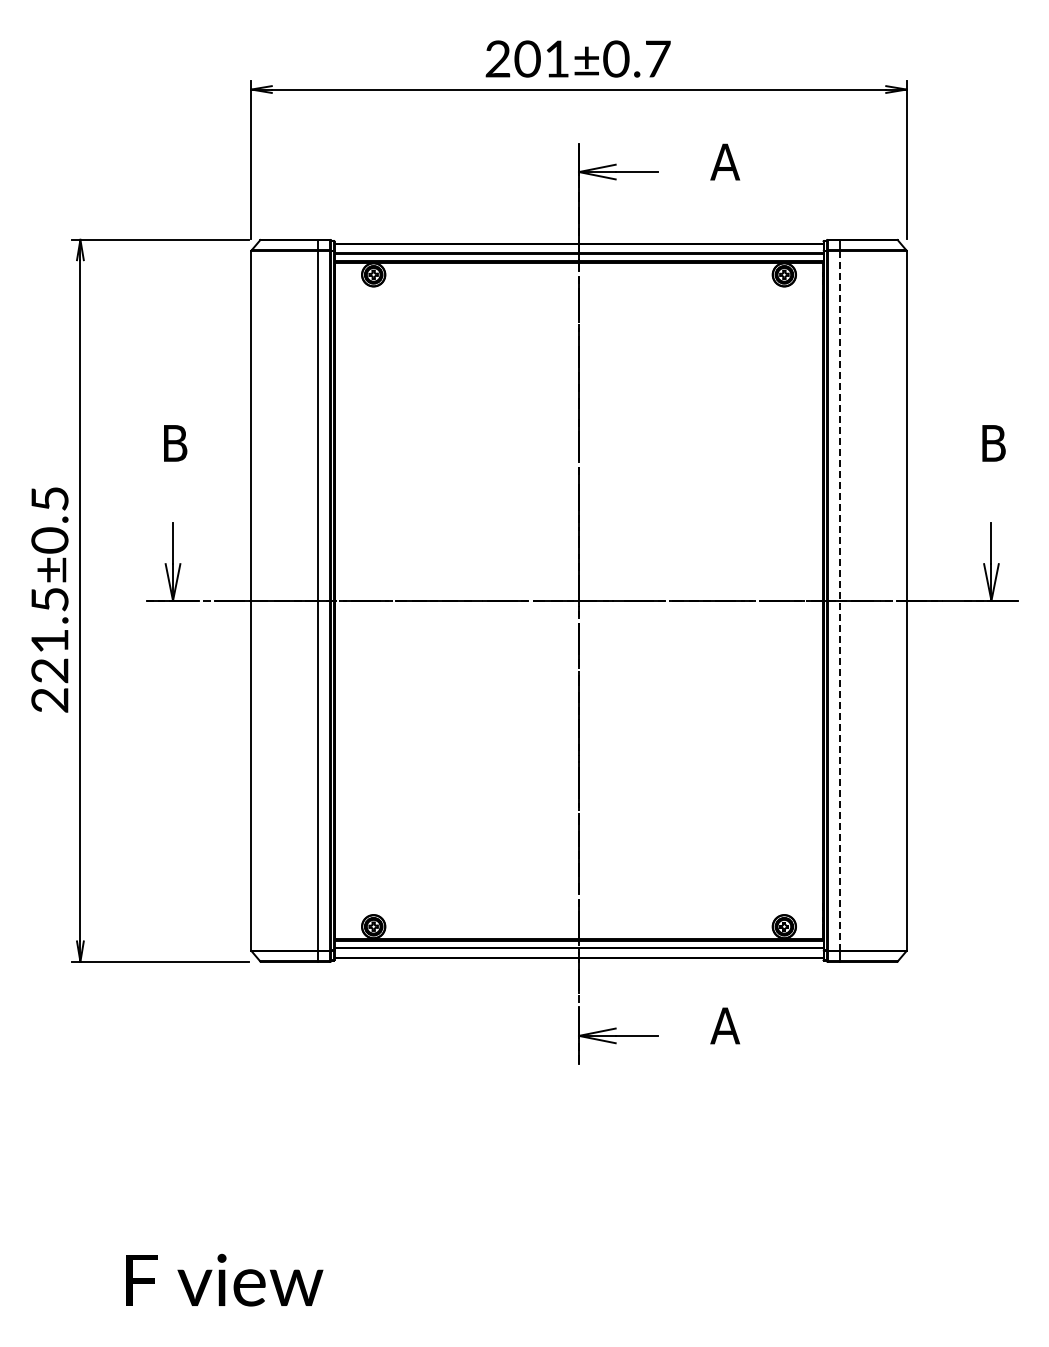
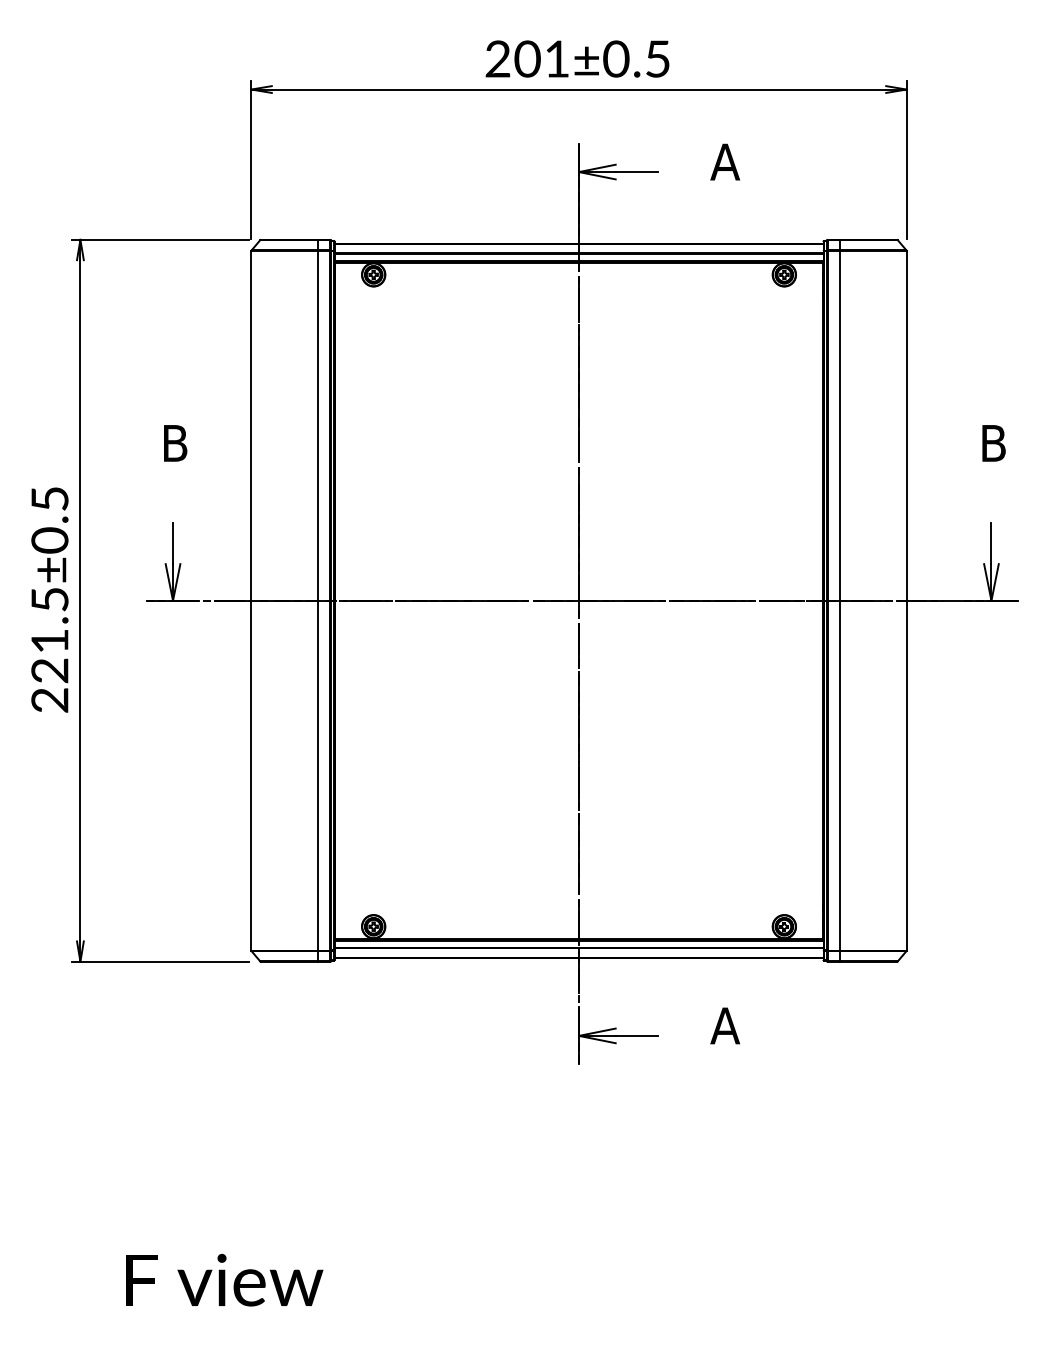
text at (658, 58): 201±0.7 -> 201±0.5
line at (839, 600): dashed -> solid
